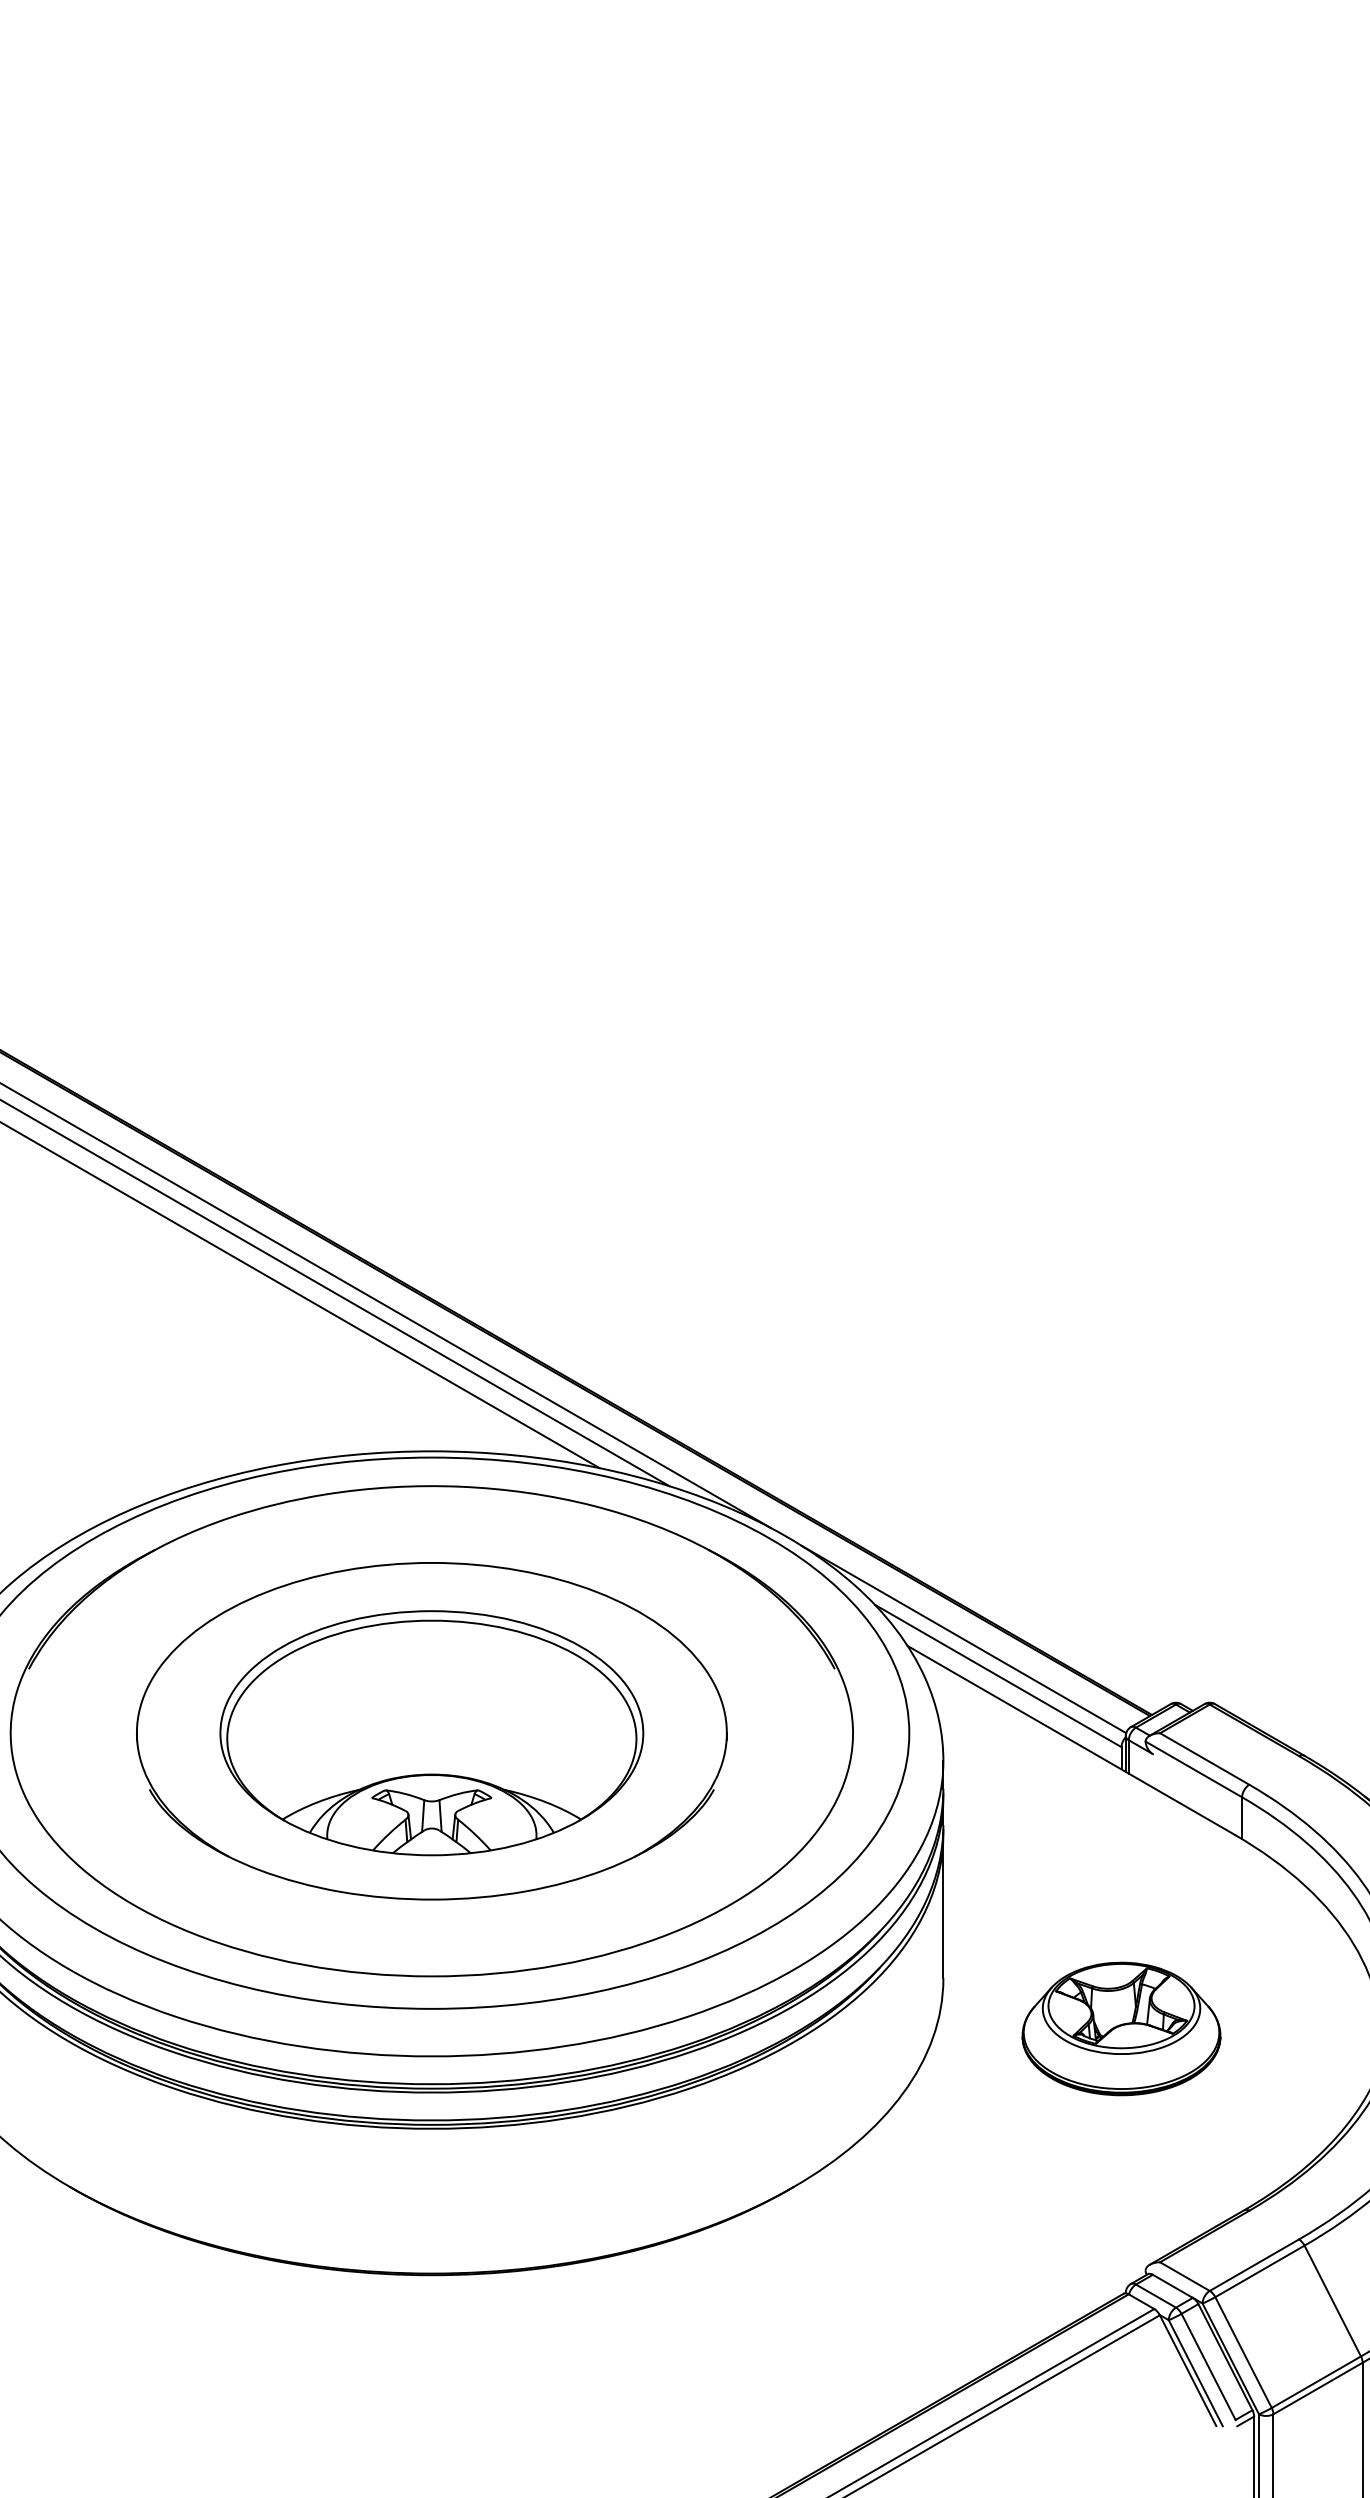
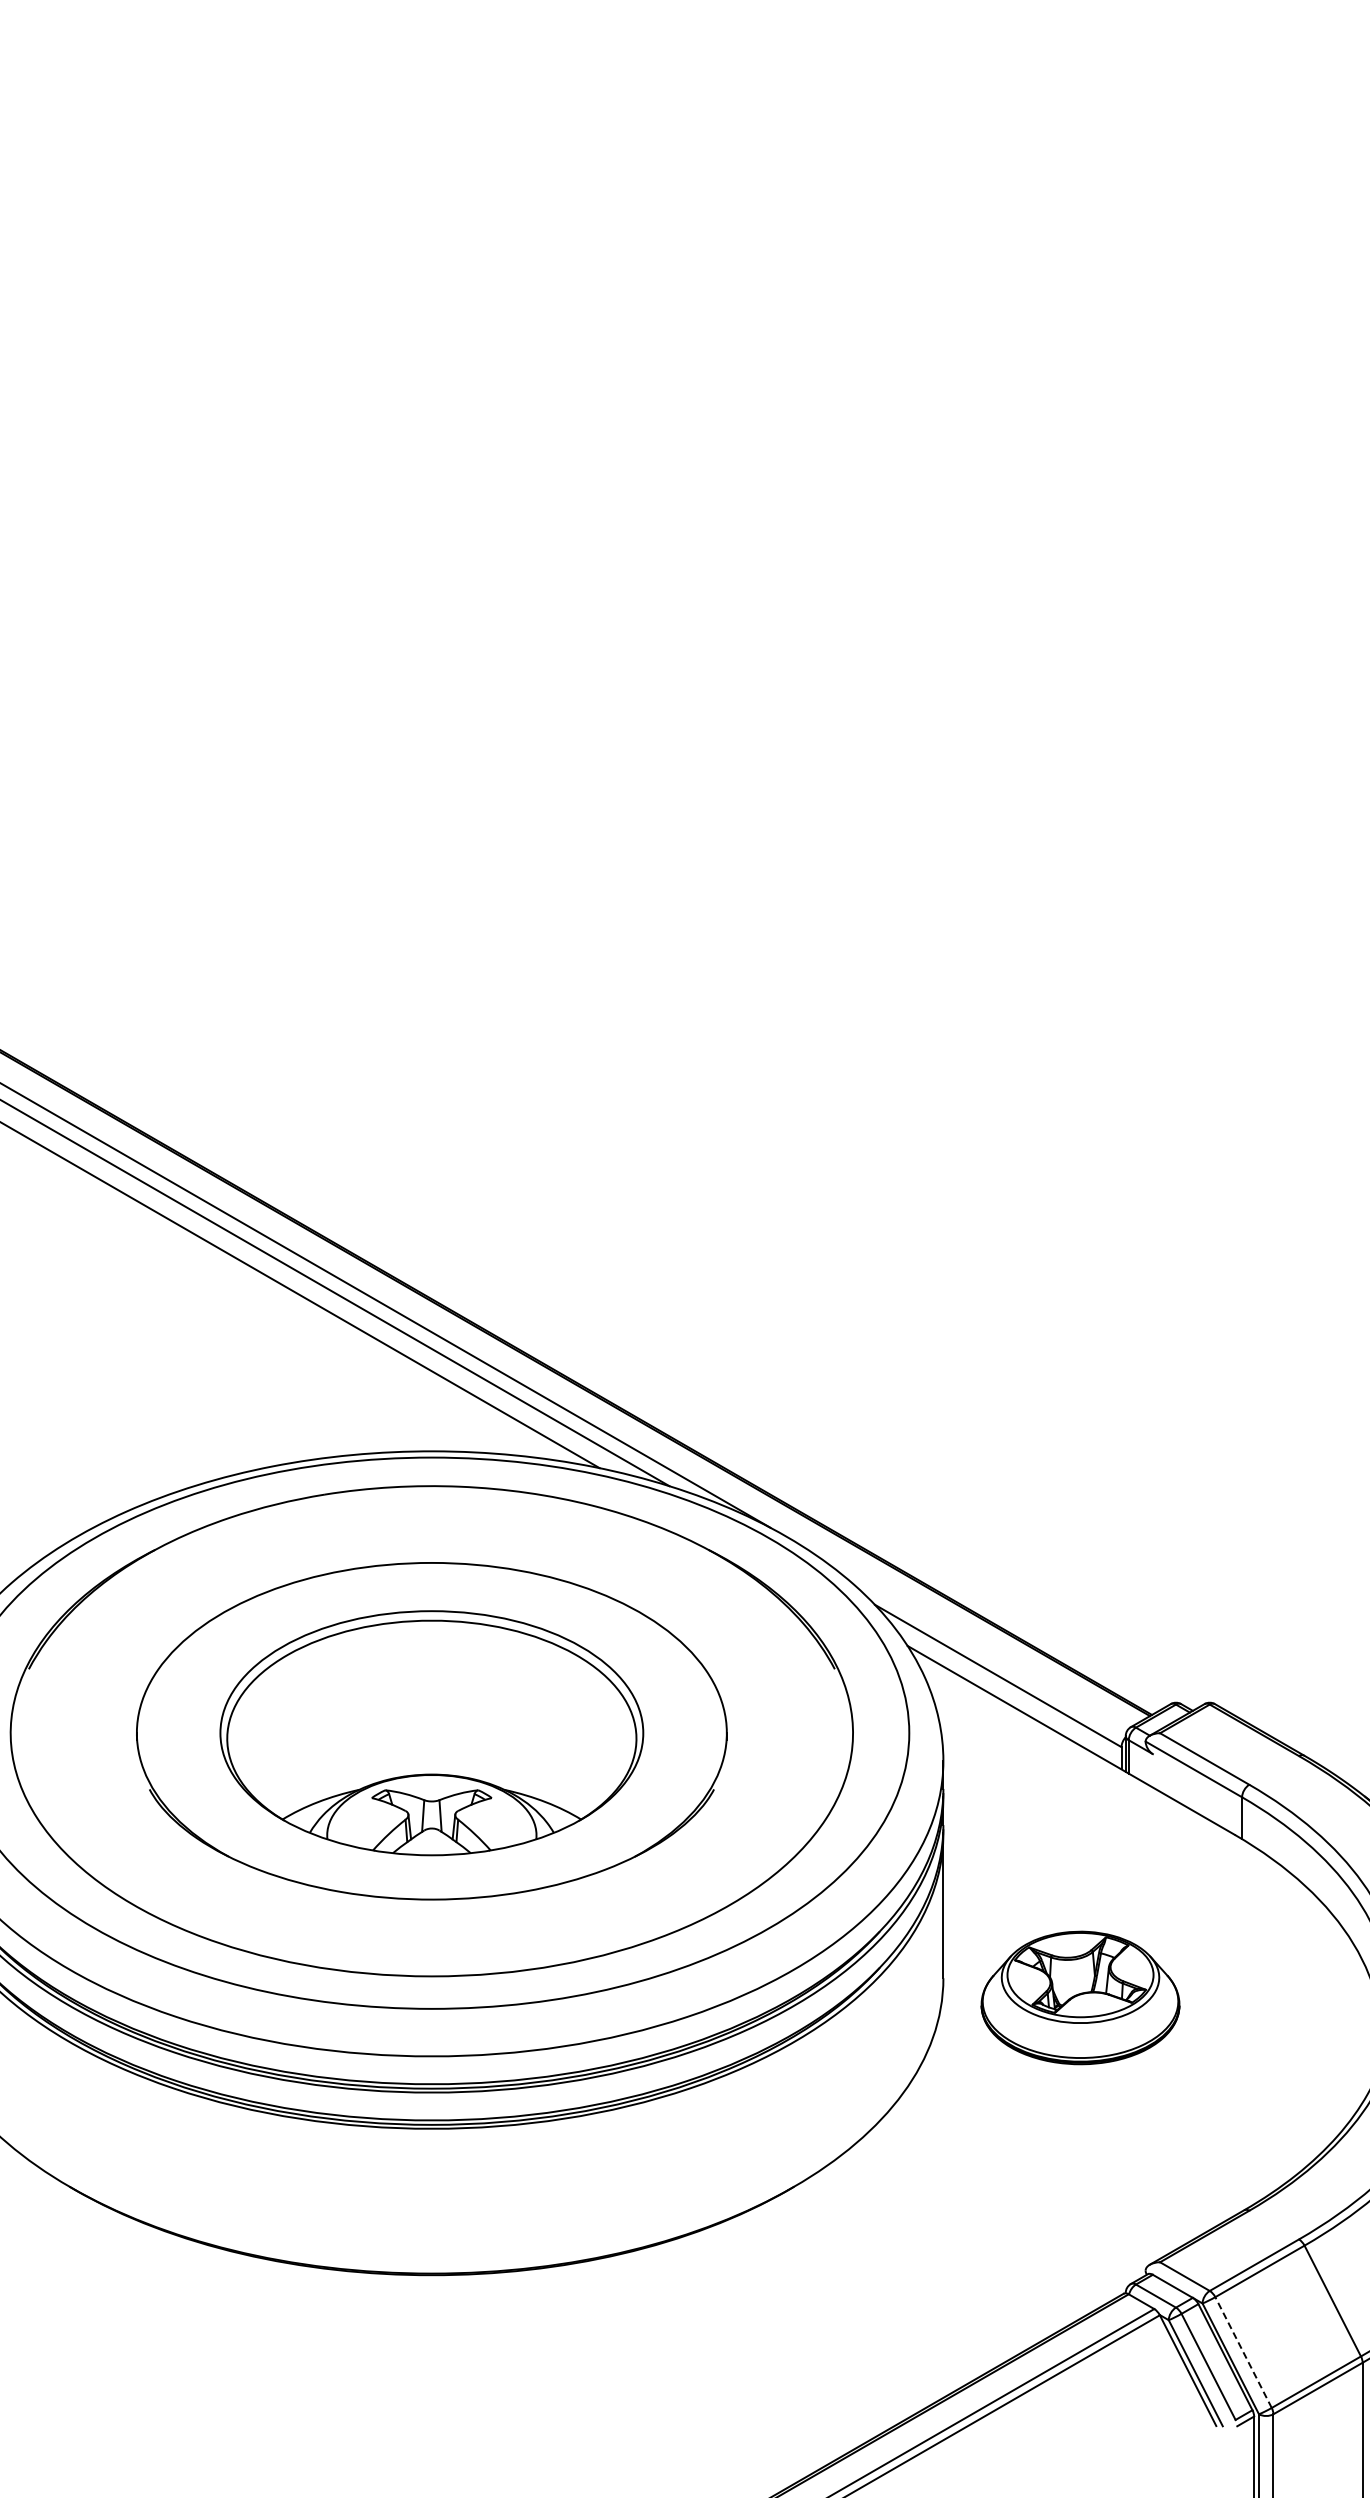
line at (963, 1639): present -> none
part at (1121, 2028) position: (1121, 2028) -> (1080, 1997)
line at (1243, 2352): solid -> dashed
